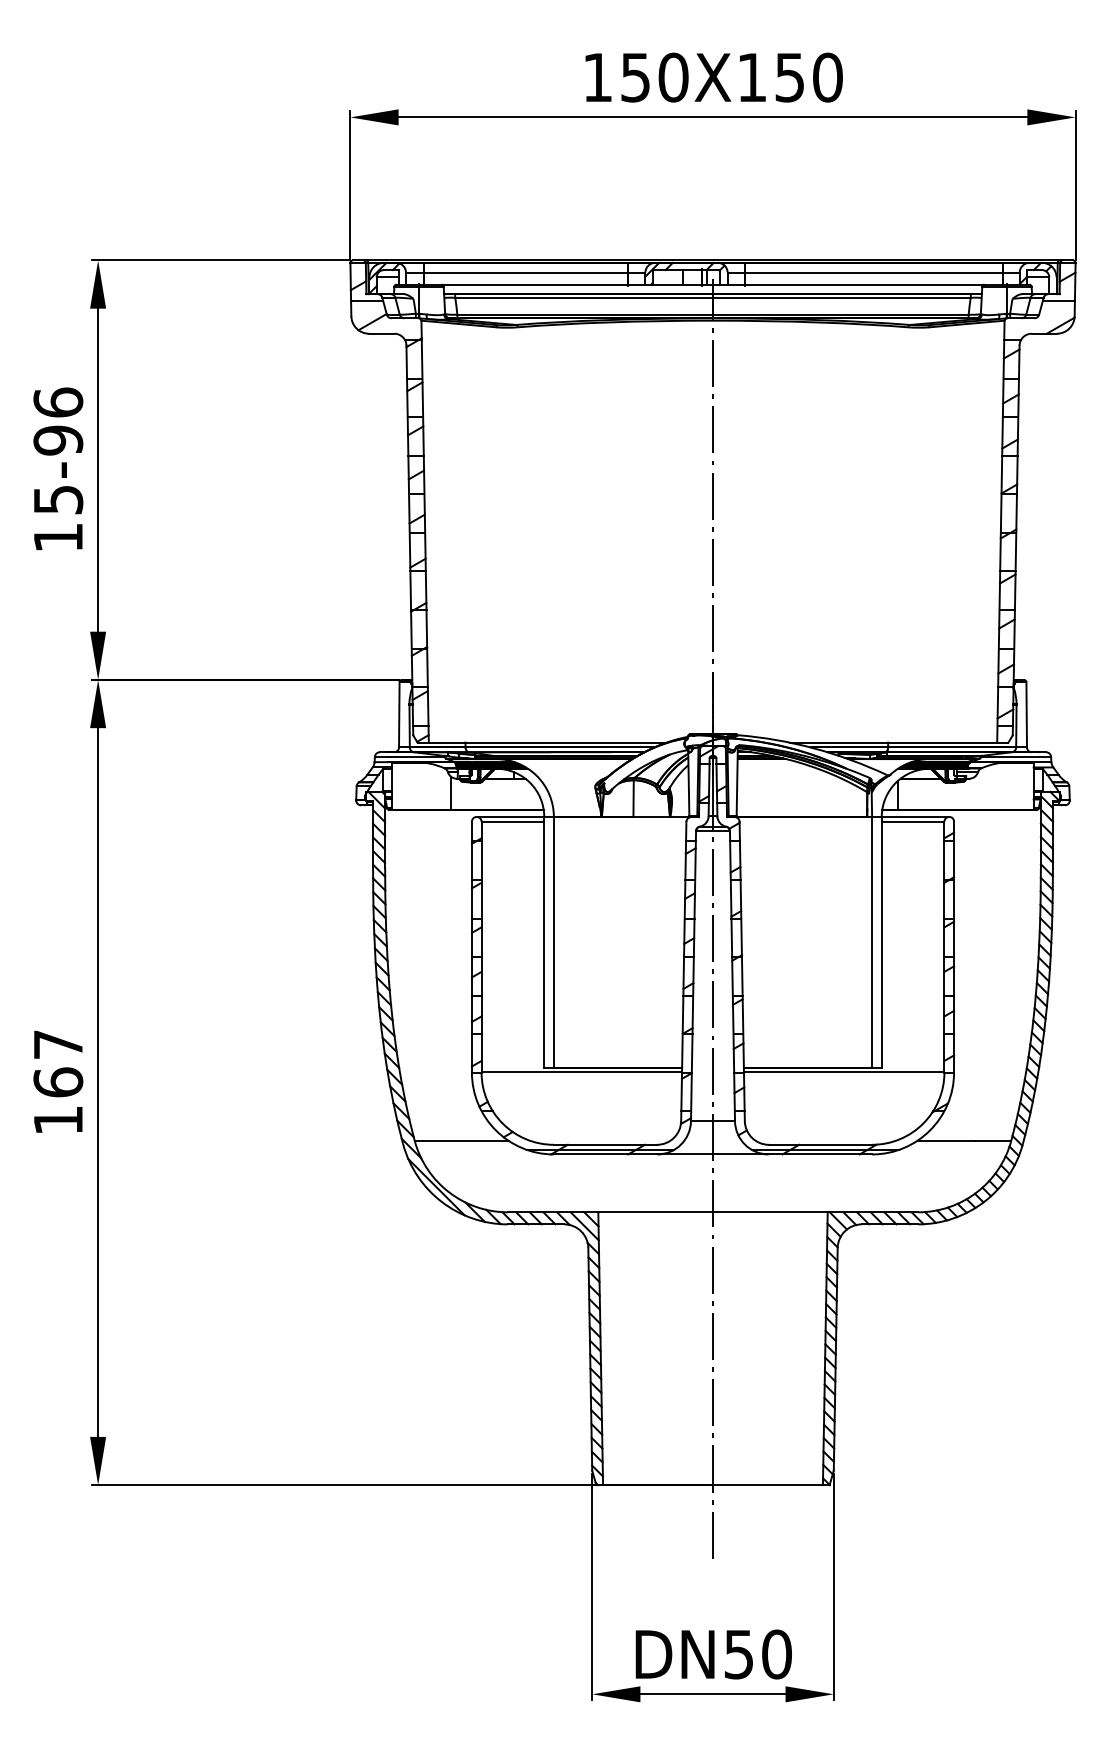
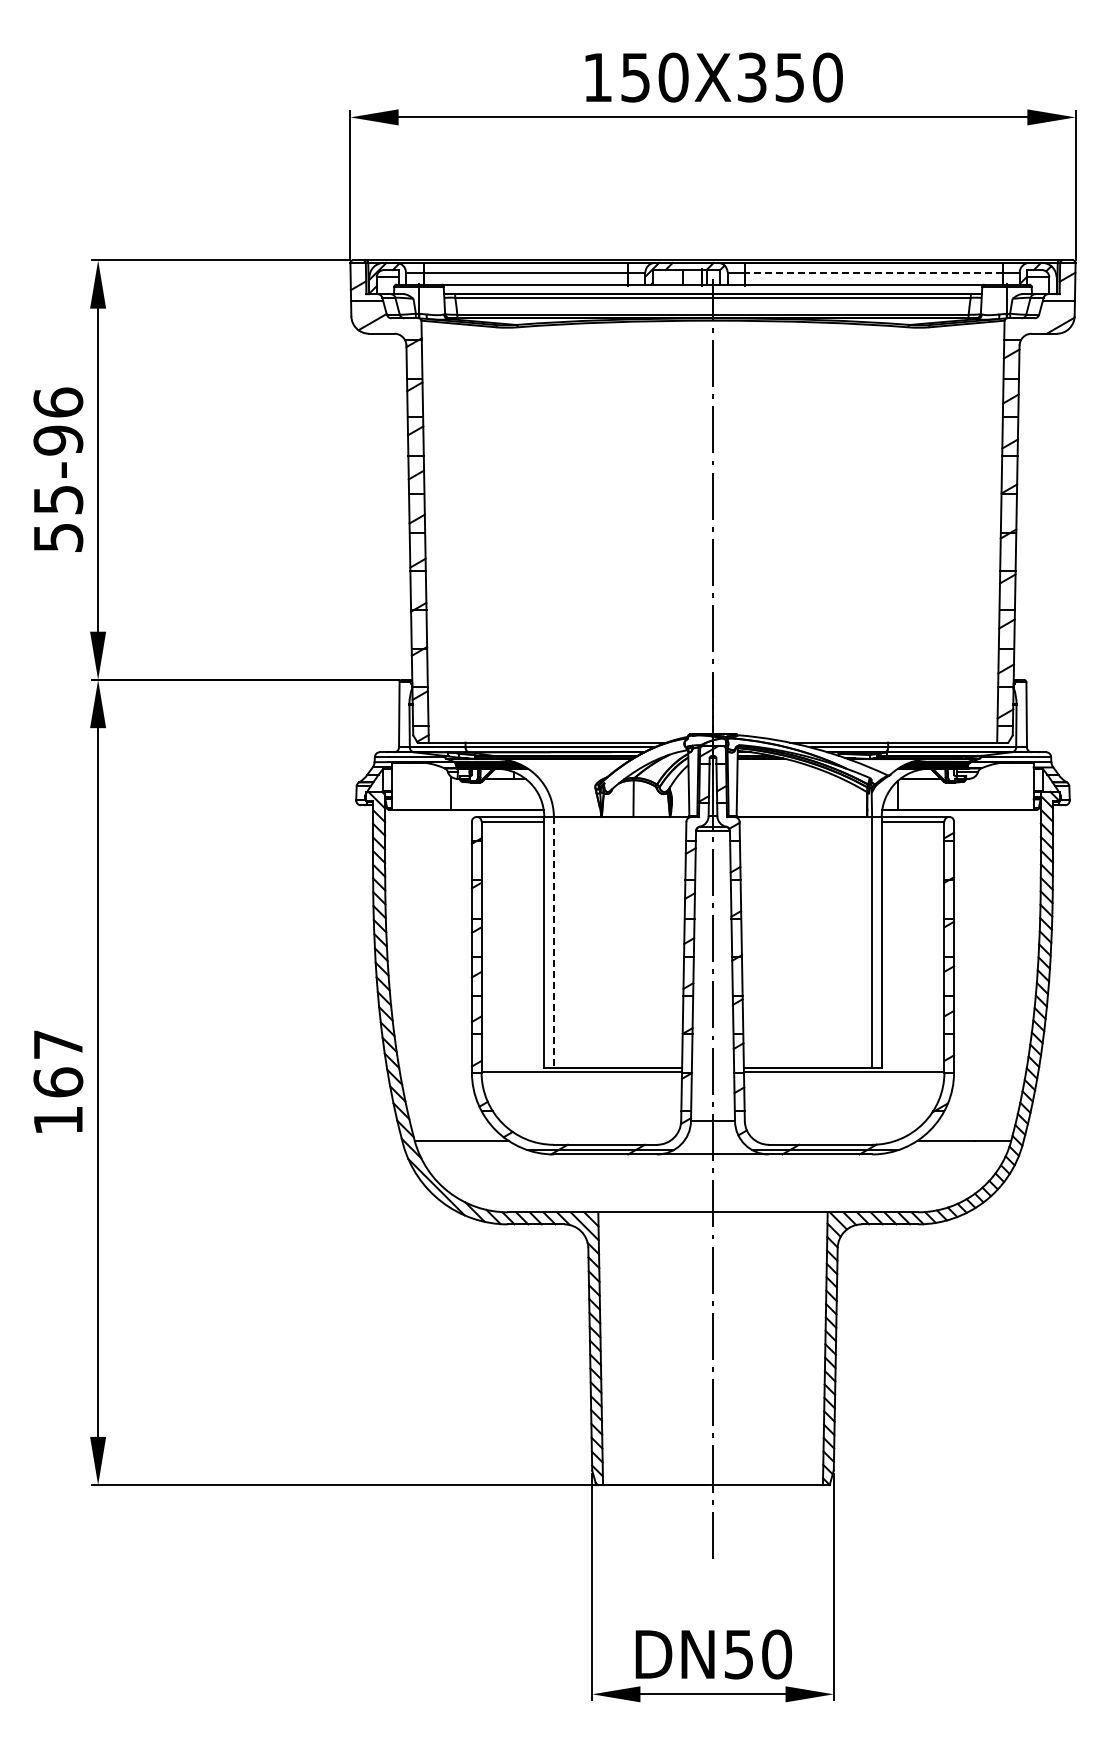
text at (752, 77): 150X150 -> 150X350
line at (873, 272): solid -> dashed
text at (58, 537): 15-96 -> 55-96
line at (553, 942): solid -> dashed
